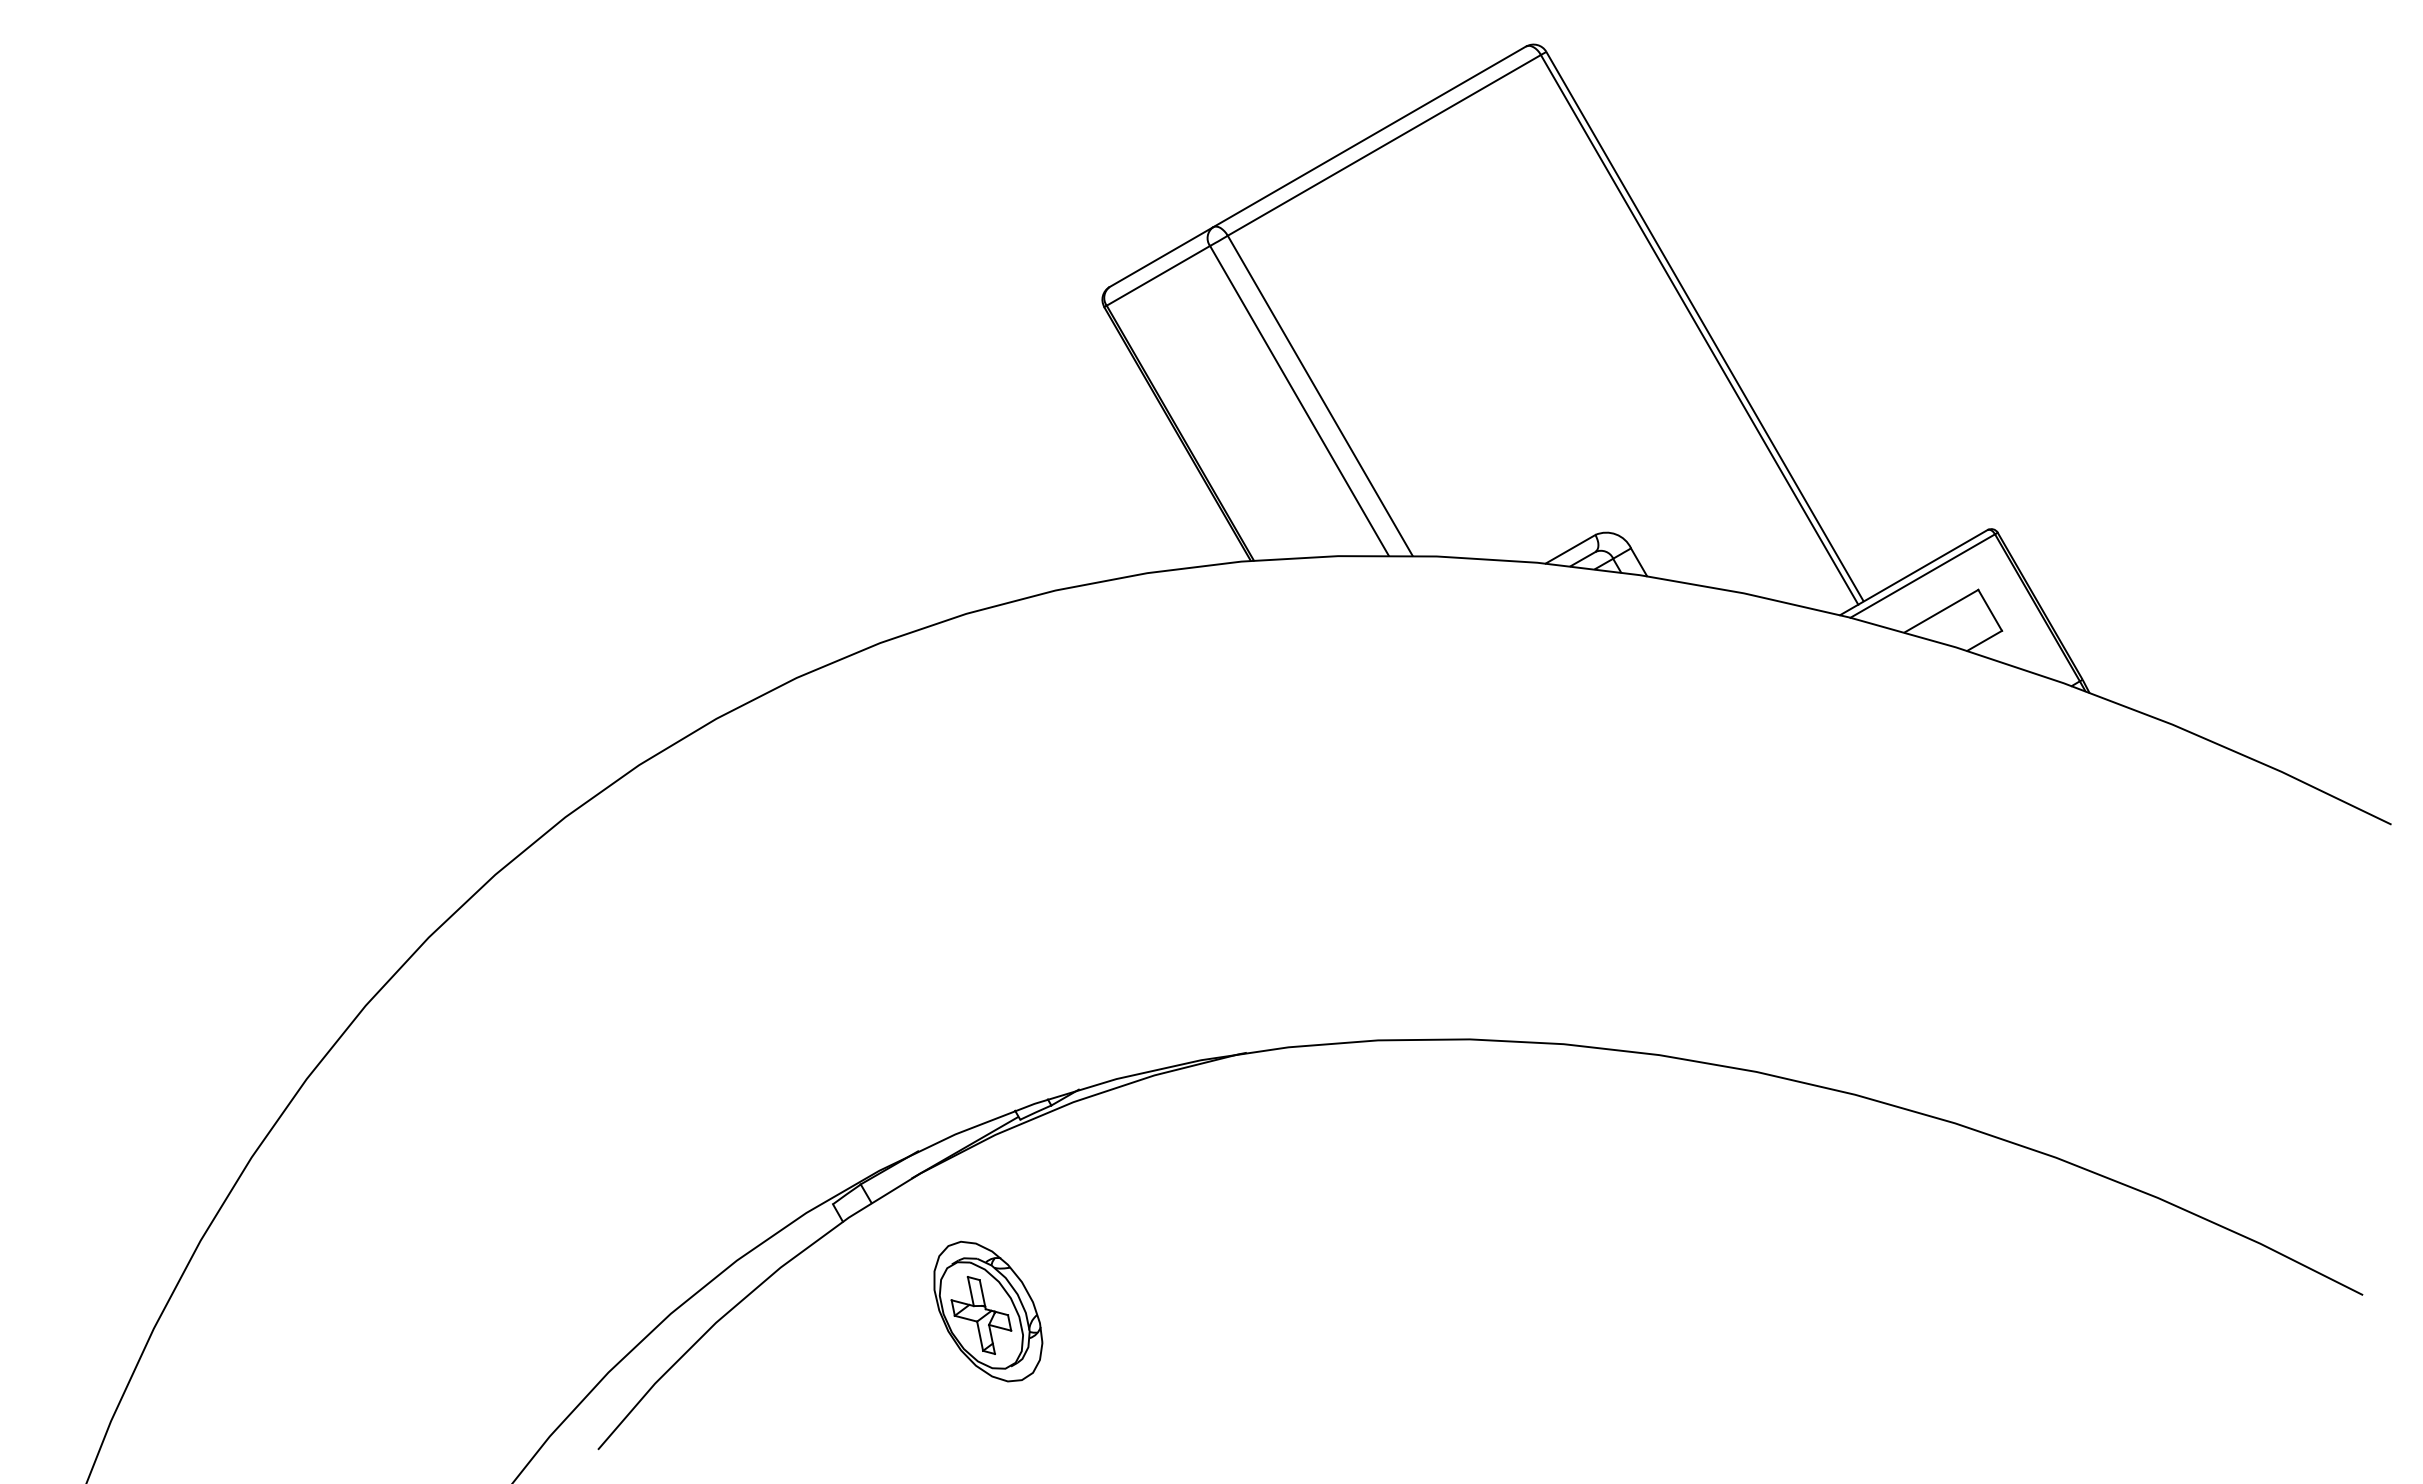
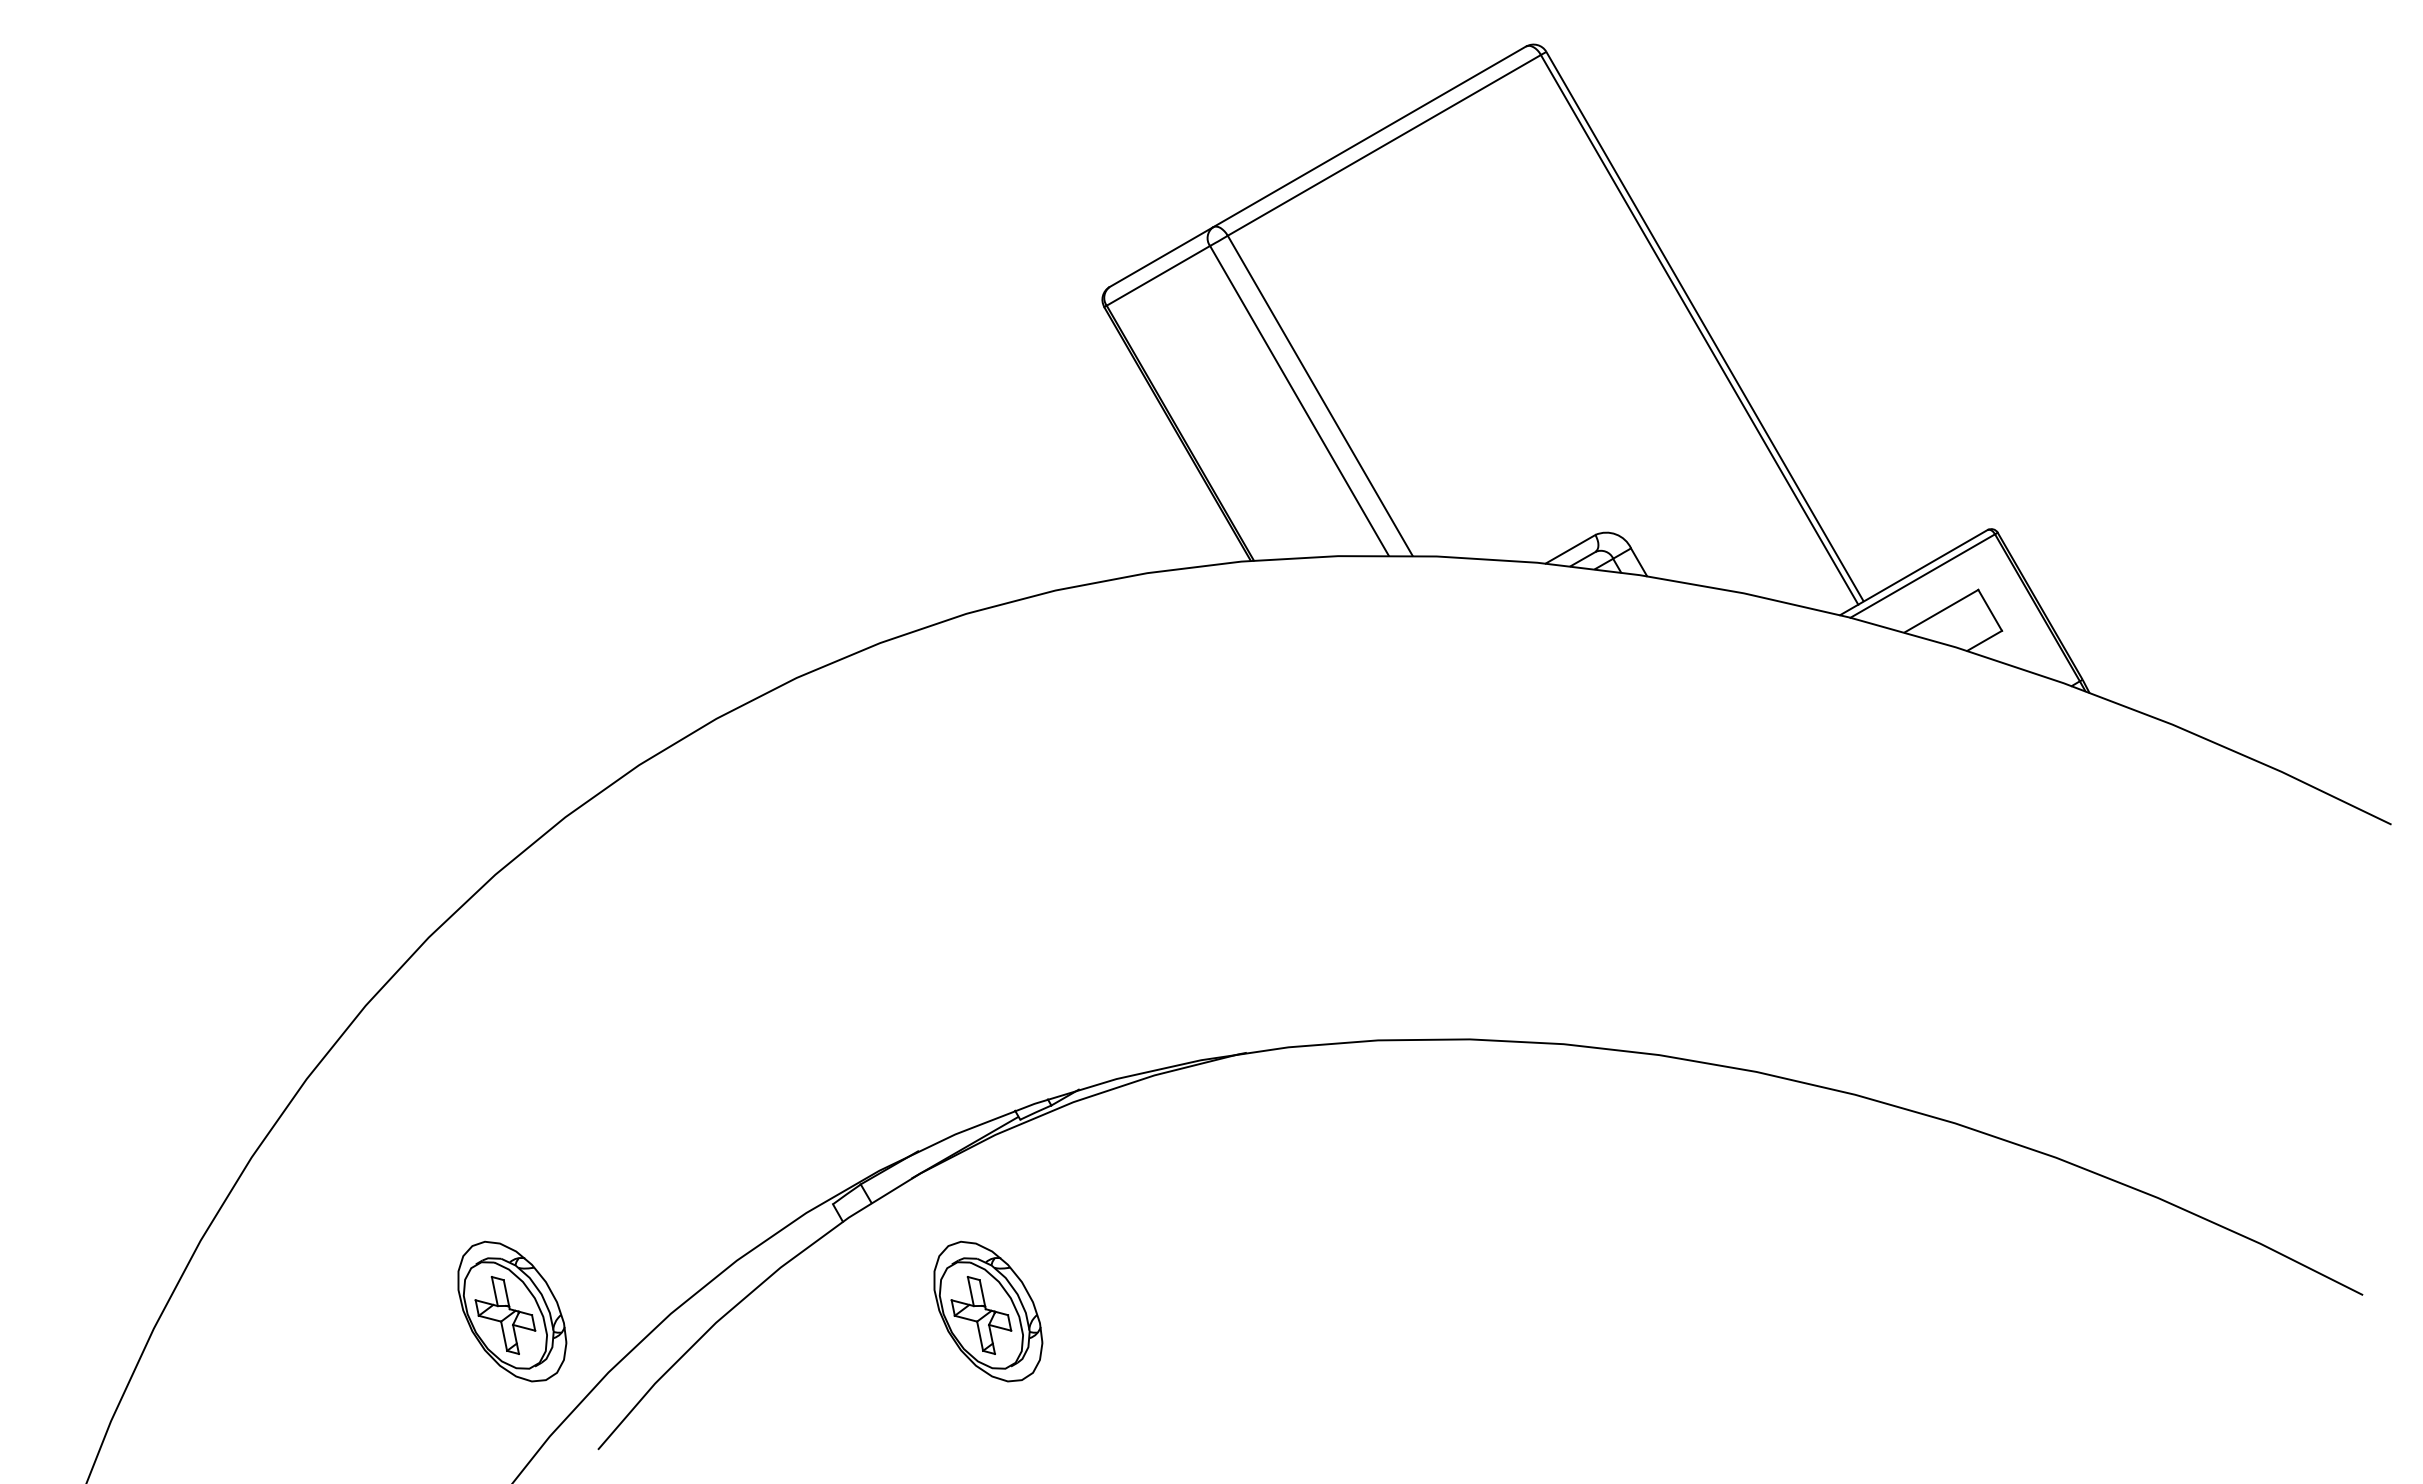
part at (512, 1311): none -> present
